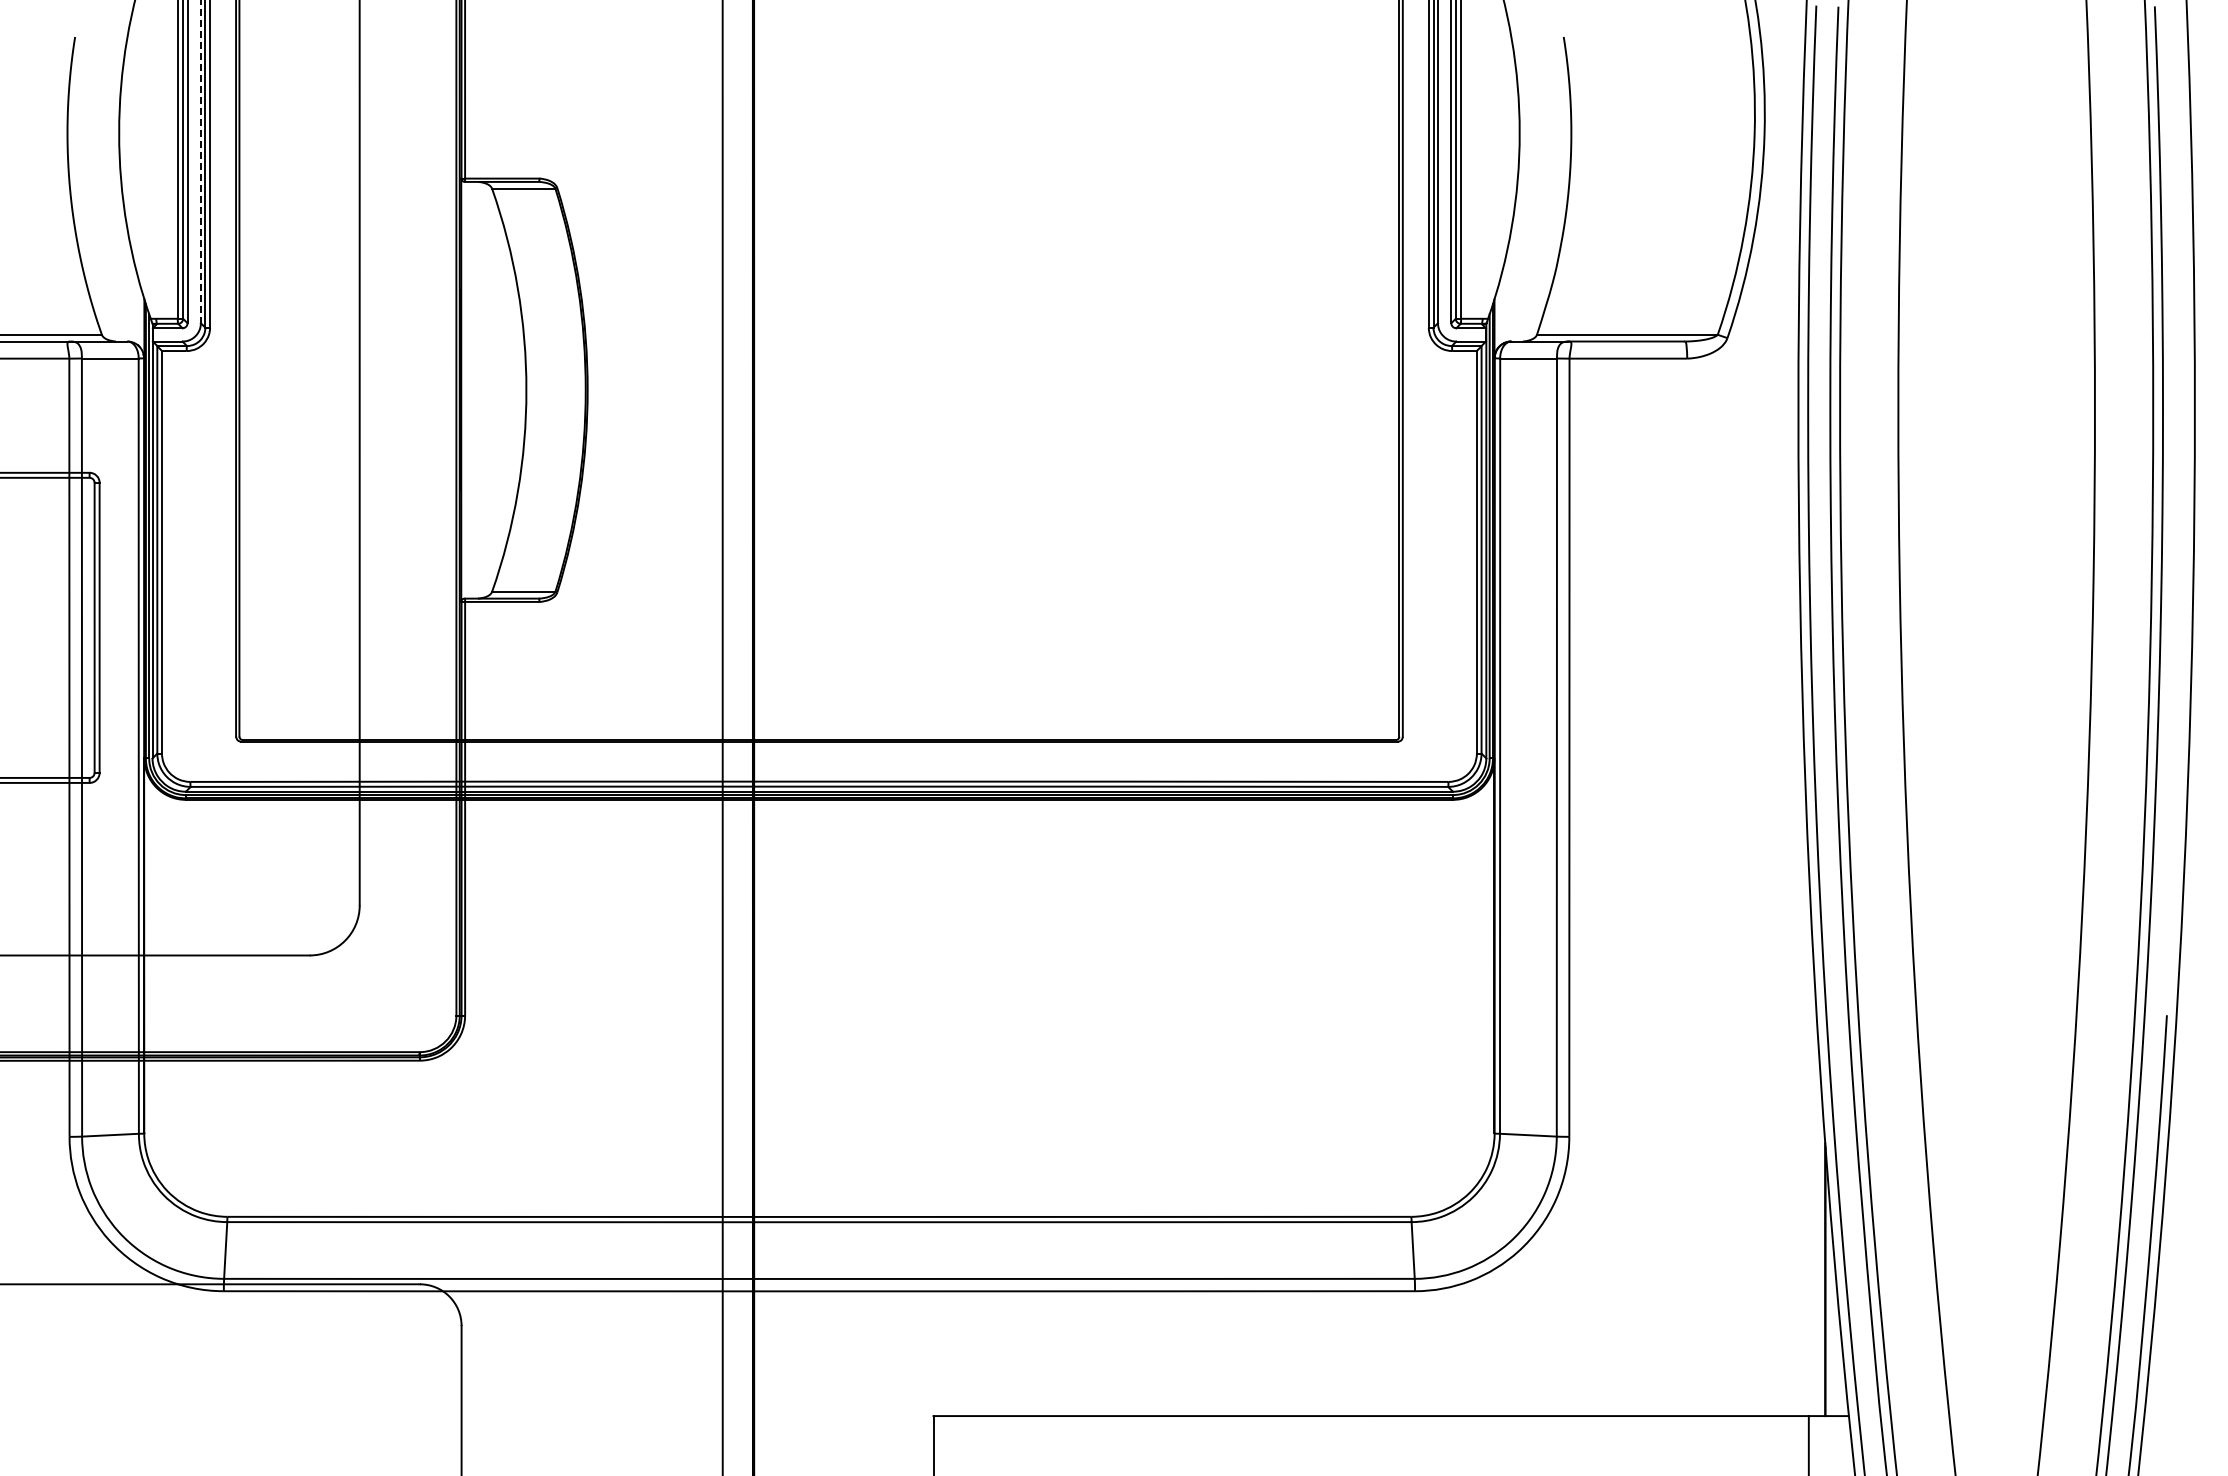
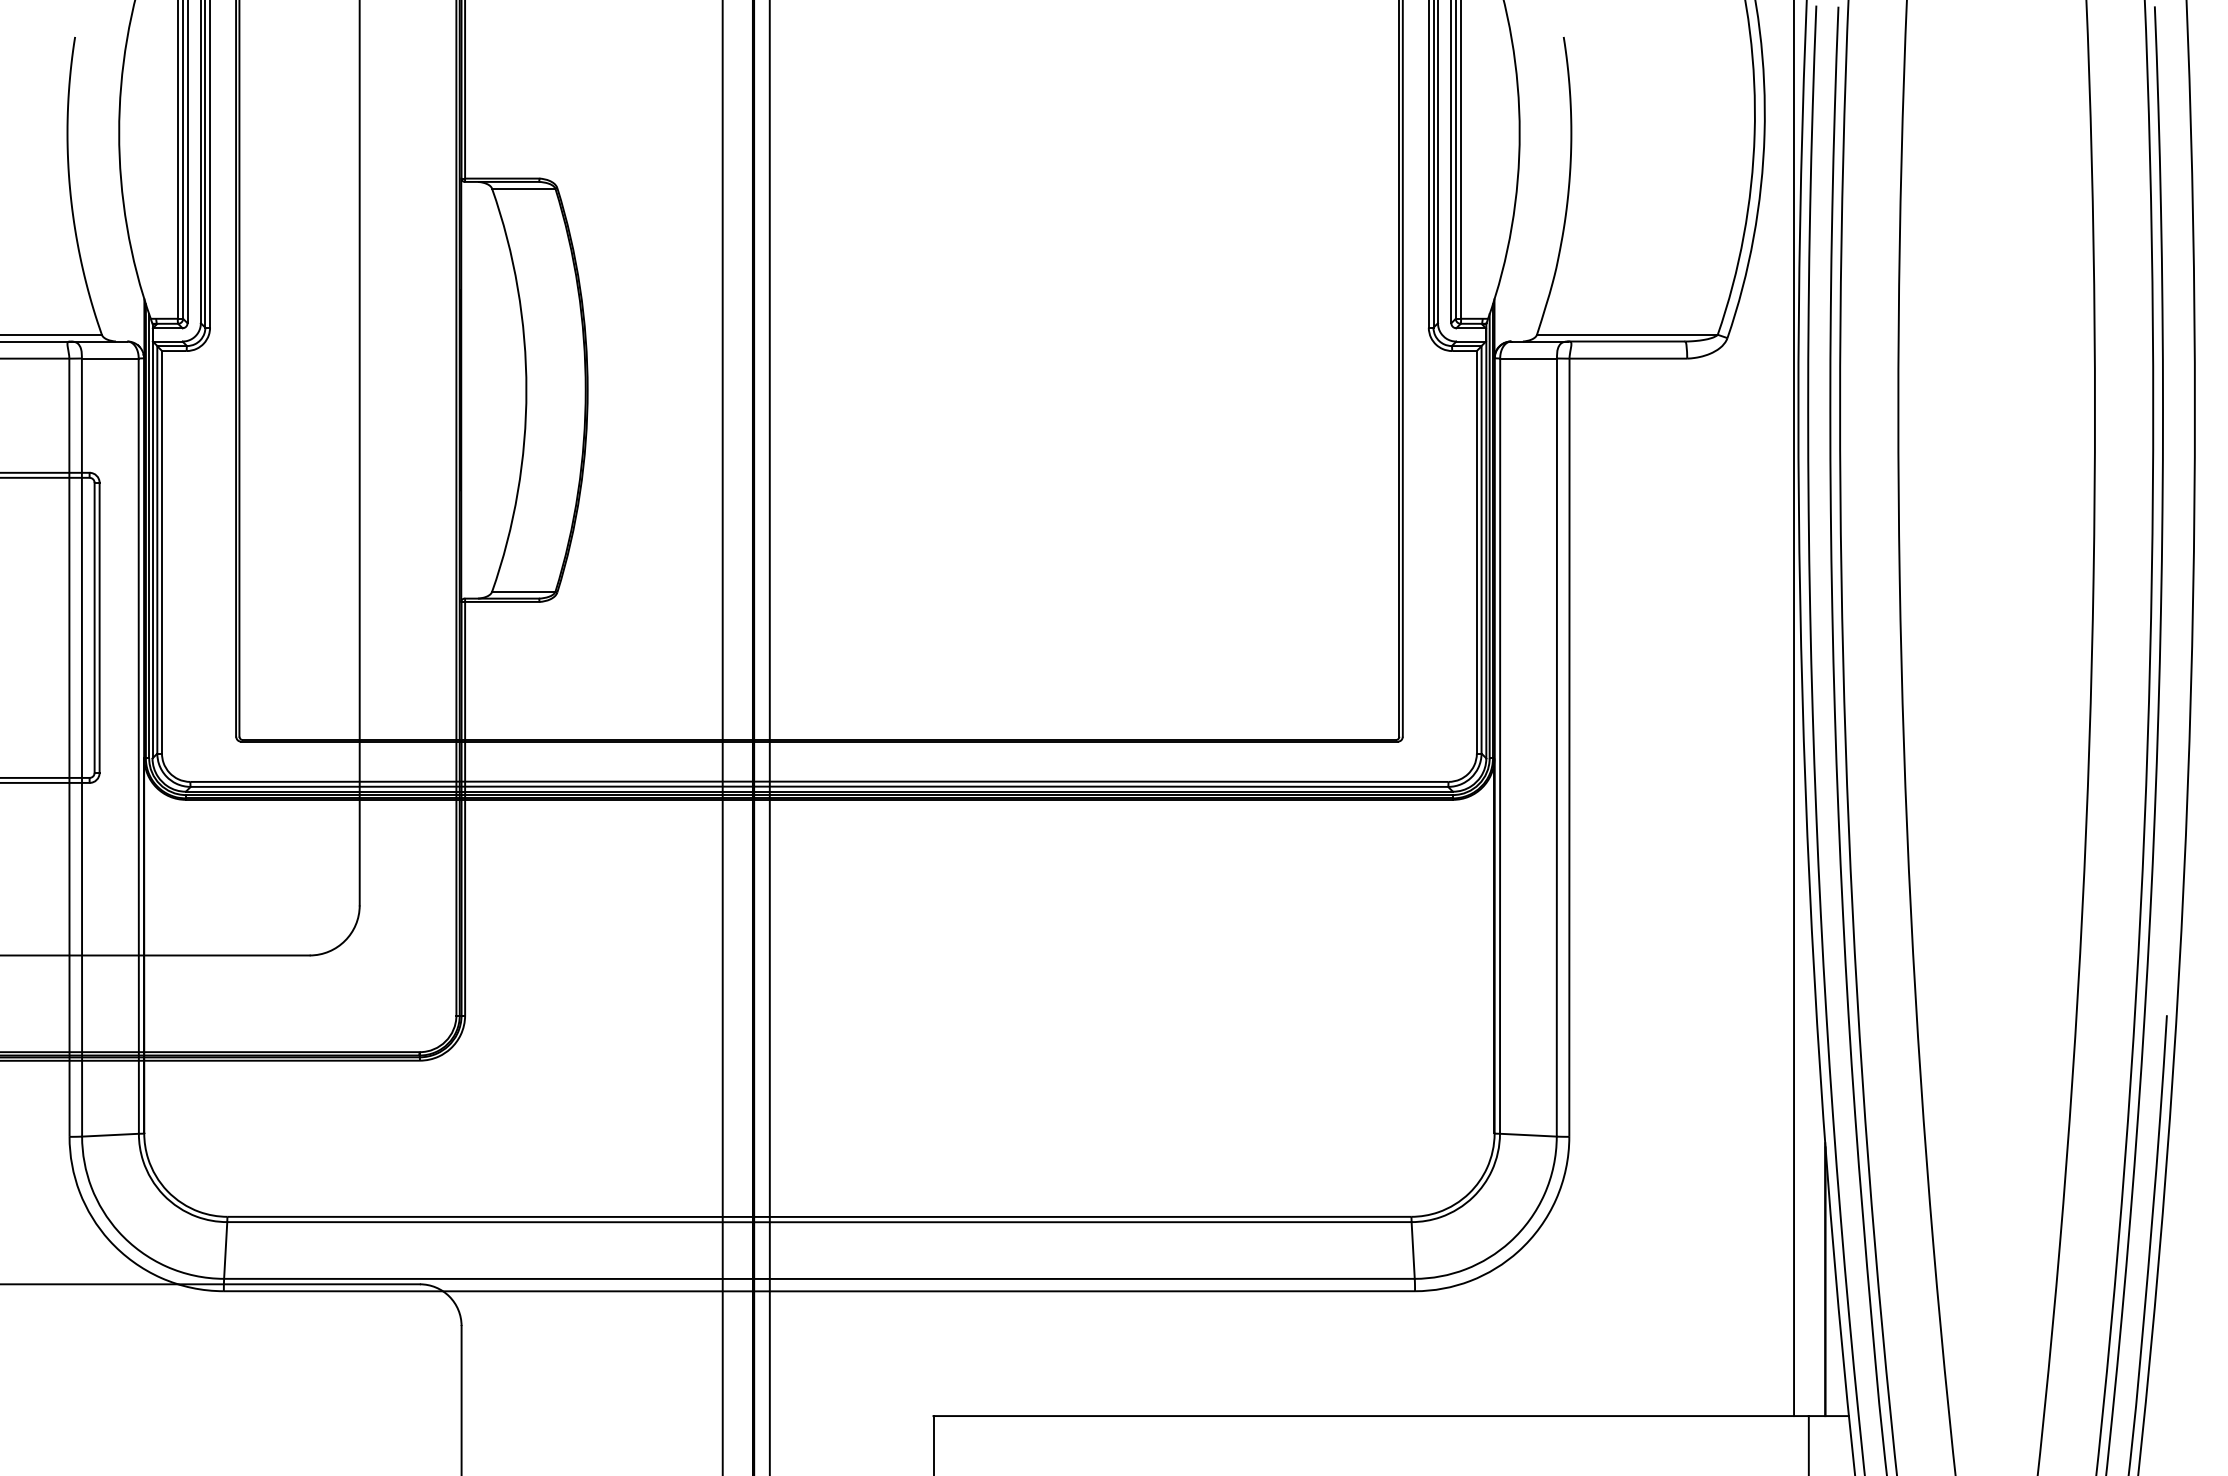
line at (200, 162): dashed -> solid
line at (1793, 709): none -> present
line at (769, 737): none -> present
